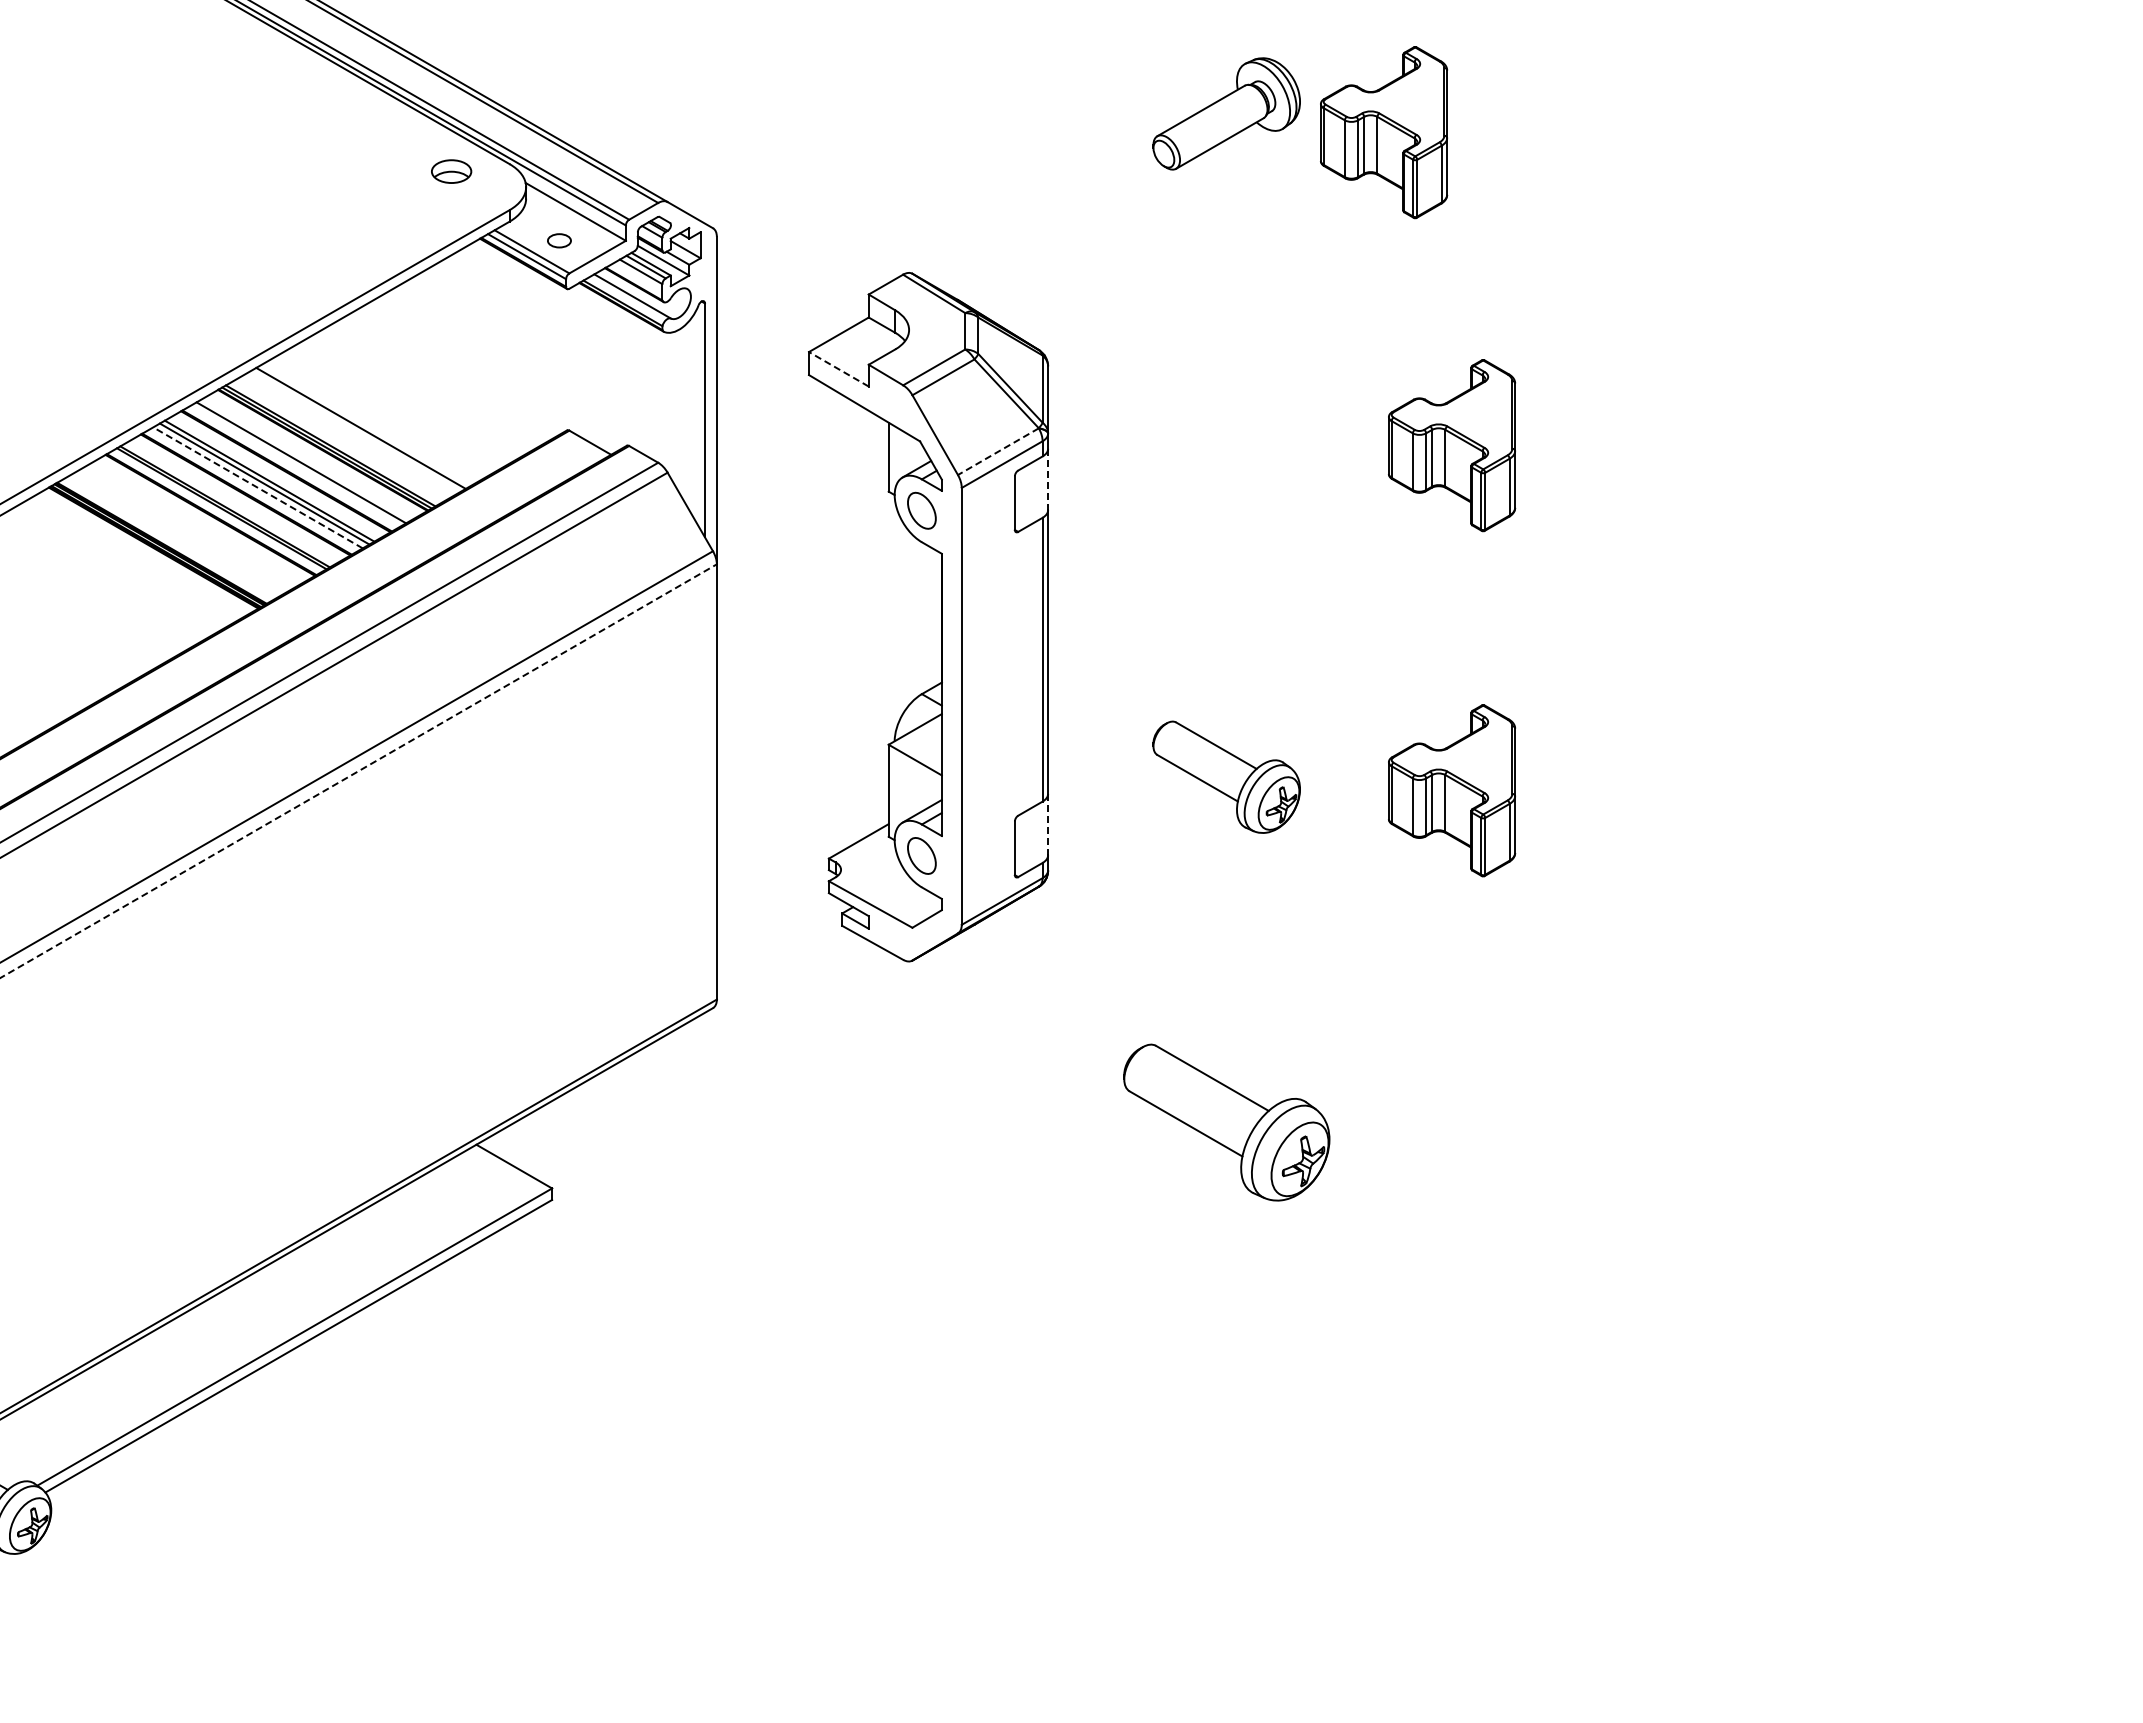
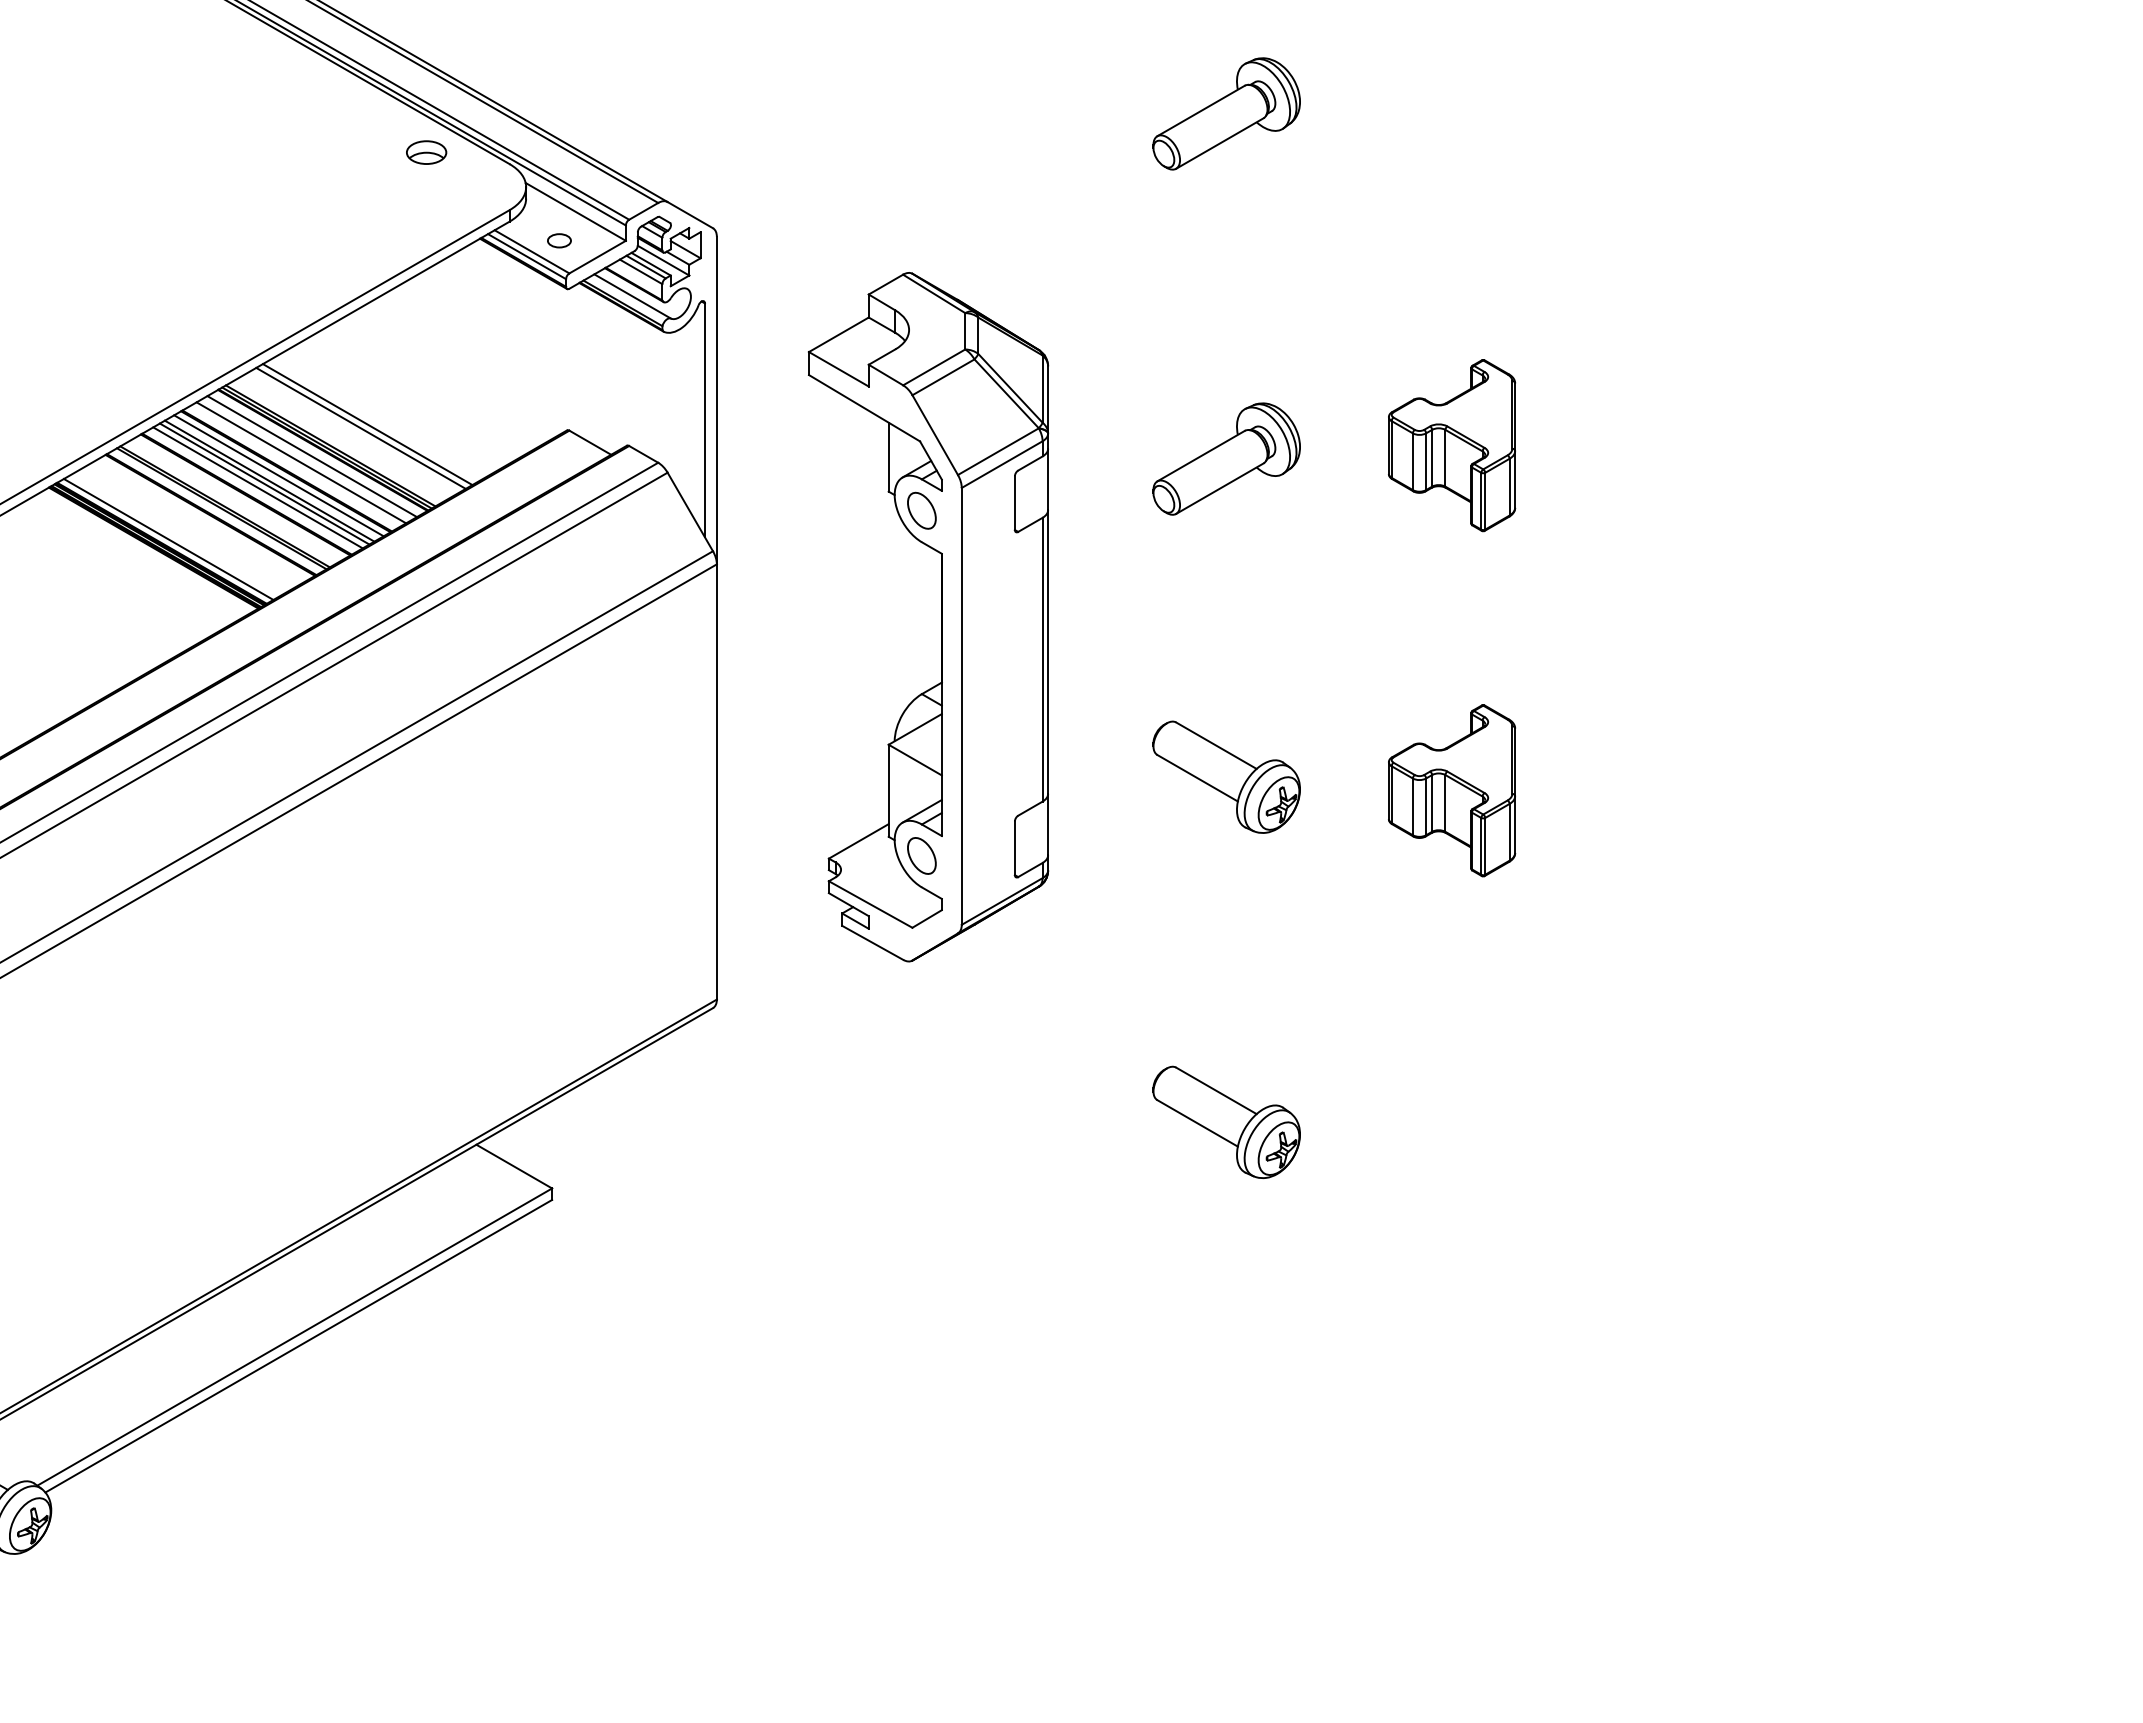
part at (1384, 132): present -> none
part at (451, 171) position: (451, 171) -> (426, 152)
line at (838, 369): dashed -> solid
line at (367, 424): none -> present
line at (998, 451): dashed -> solid
line at (311, 456): none -> present
part at (1226, 458): none -> present
line at (278, 475): none -> present
line at (1048, 479): dashed -> solid
line at (258, 487): dashed -> solid
line at (168, 538): none -> present
line at (358, 771): dashed -> solid
line at (1048, 824): dashed -> solid
part at (1226, 1122) size: 208x159 px -> 149x114 px
